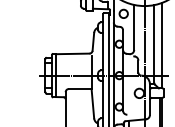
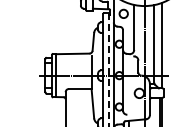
line at (109, 70): solid -> dashed
